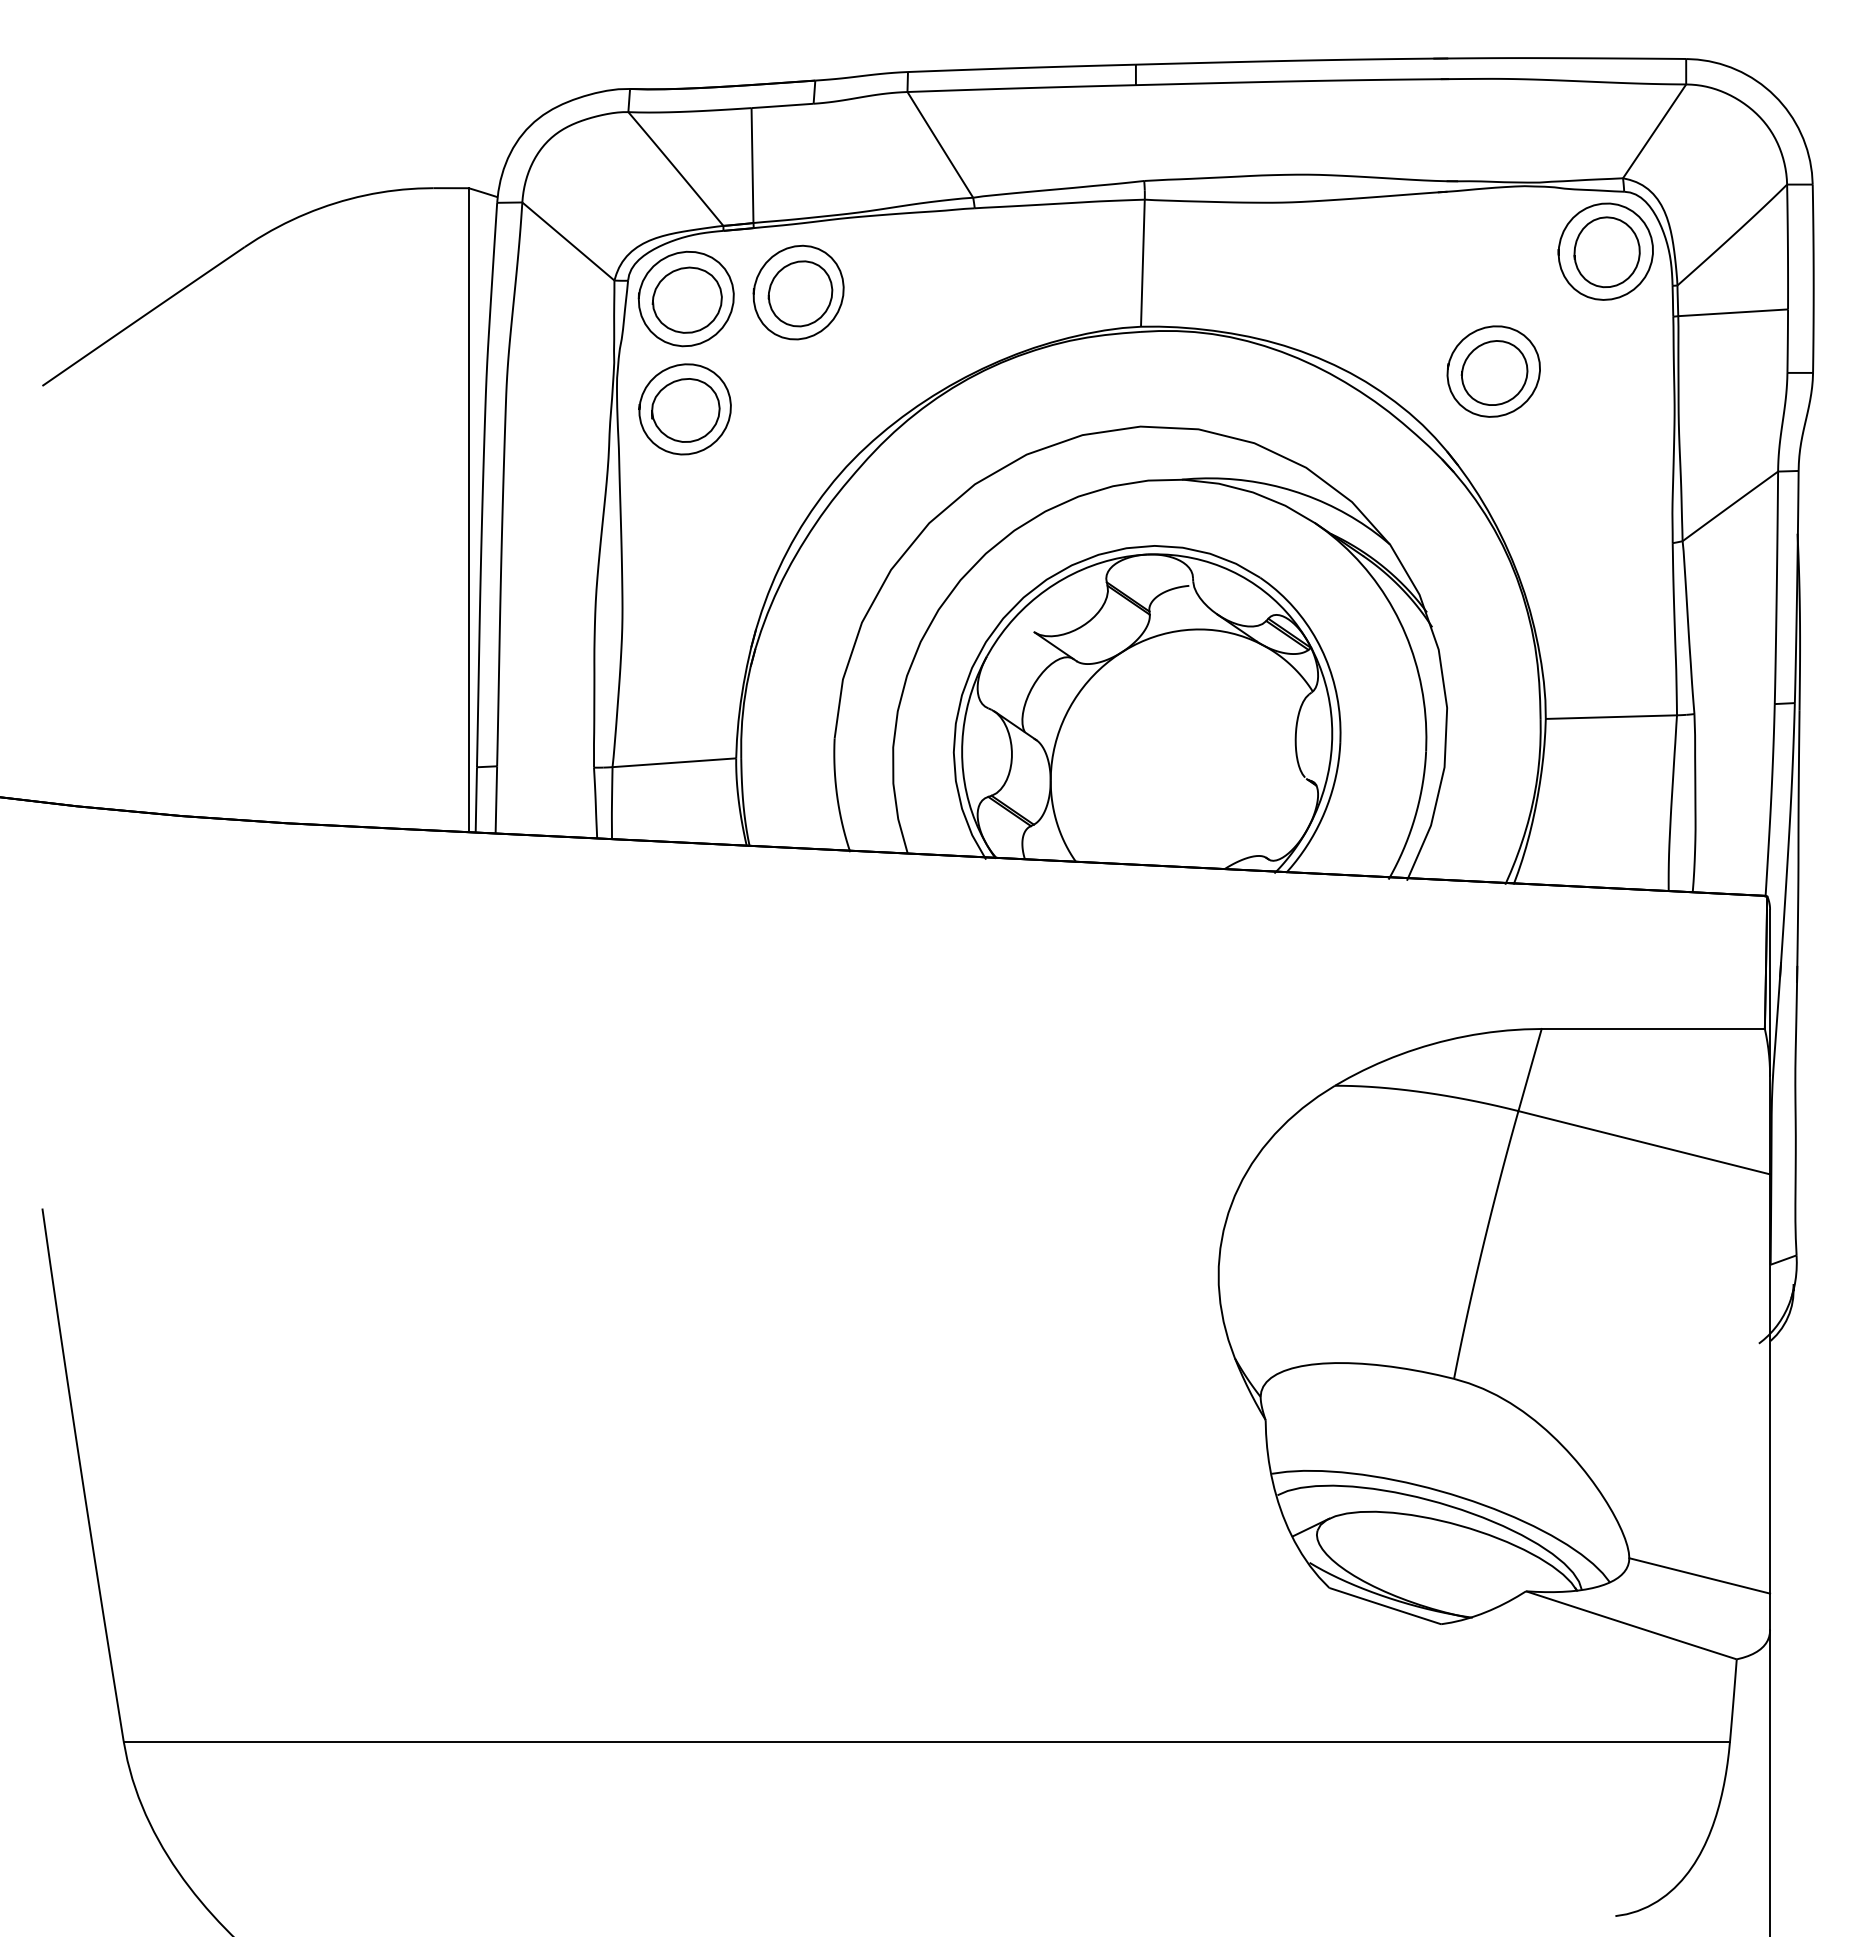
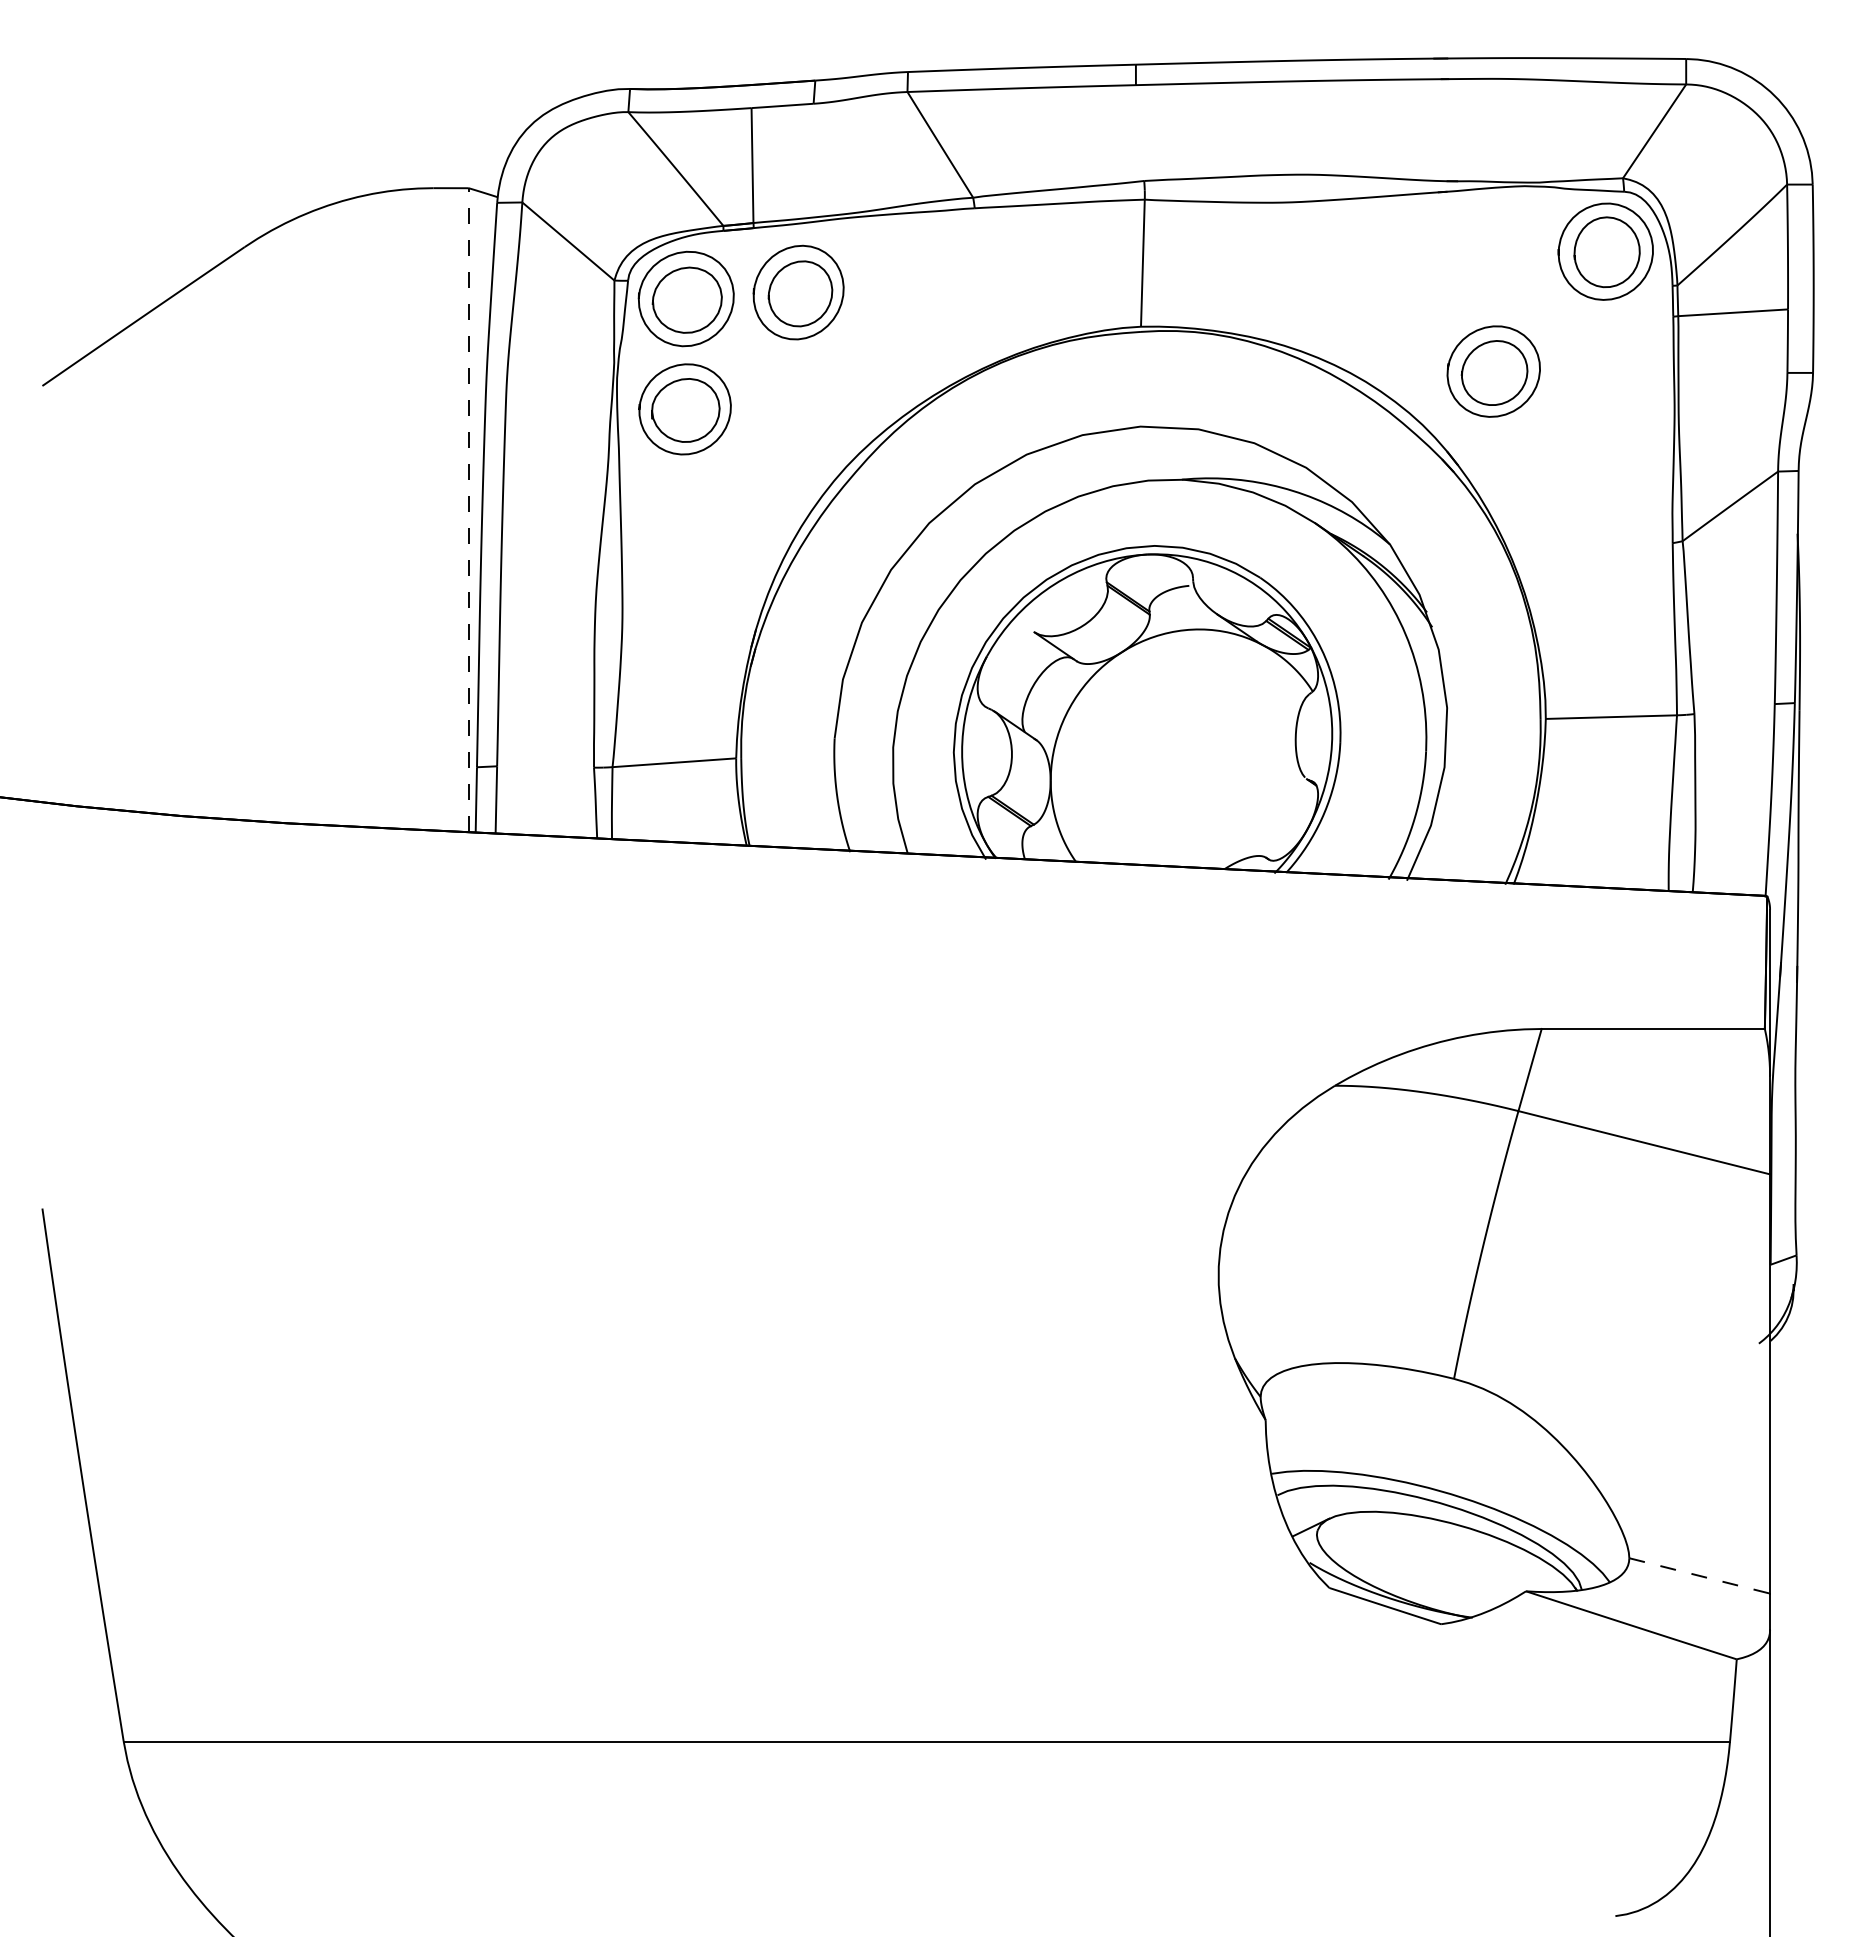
line at (468, 510): solid -> dashed
line at (1699, 1575): solid -> dashed
